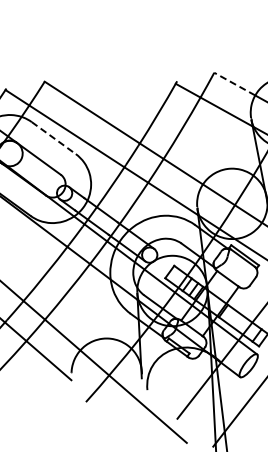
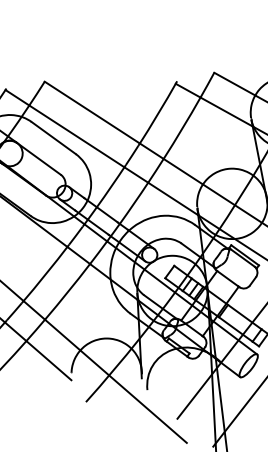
line at (234, 83): dashed -> solid
line at (54, 138): dashed -> solid
